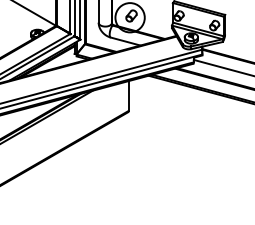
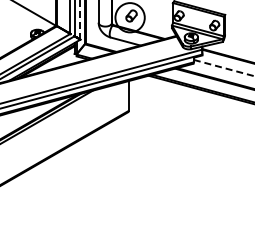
line at (80, 19): solid -> dashed
line at (224, 68): solid -> dashed
